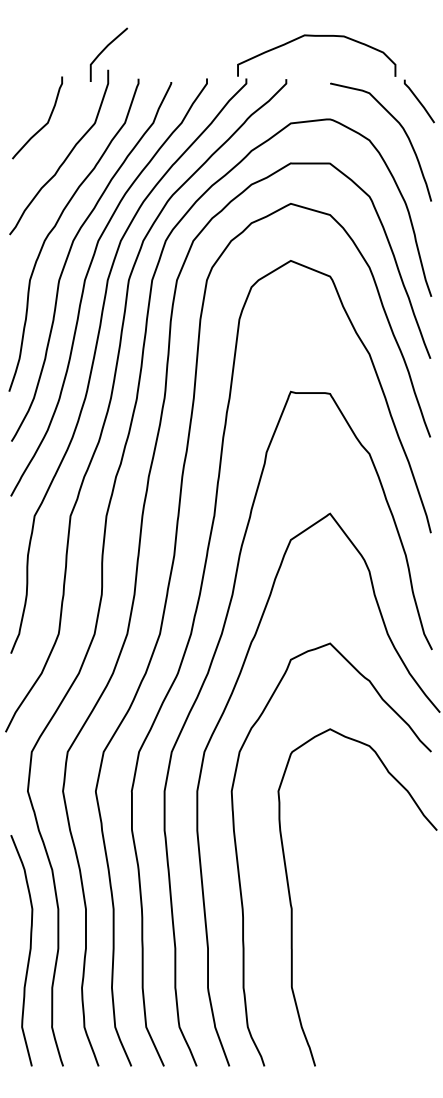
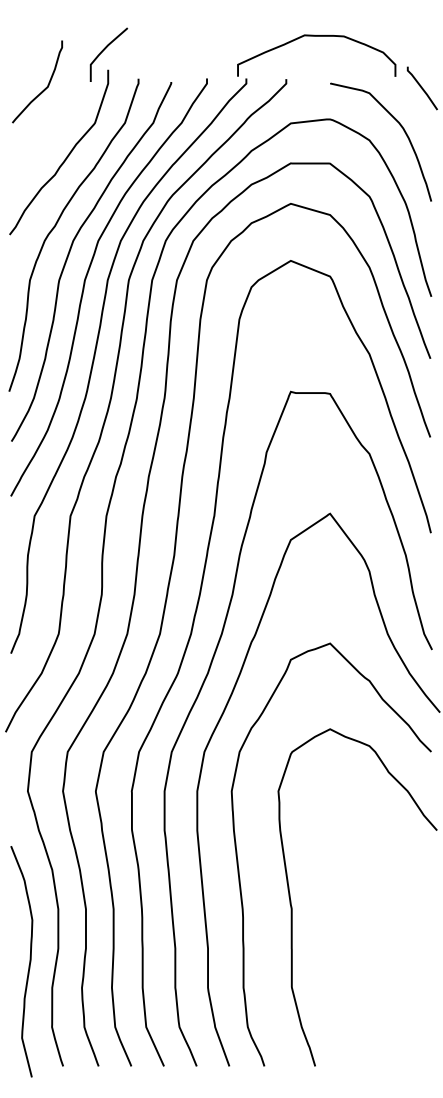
curve at (418, 101) position: (418, 101) -> (421, 88)
curve at (44, 124) position: (44, 124) -> (44, 88)
curve at (29, 950) position: (29, 950) -> (29, 961)
